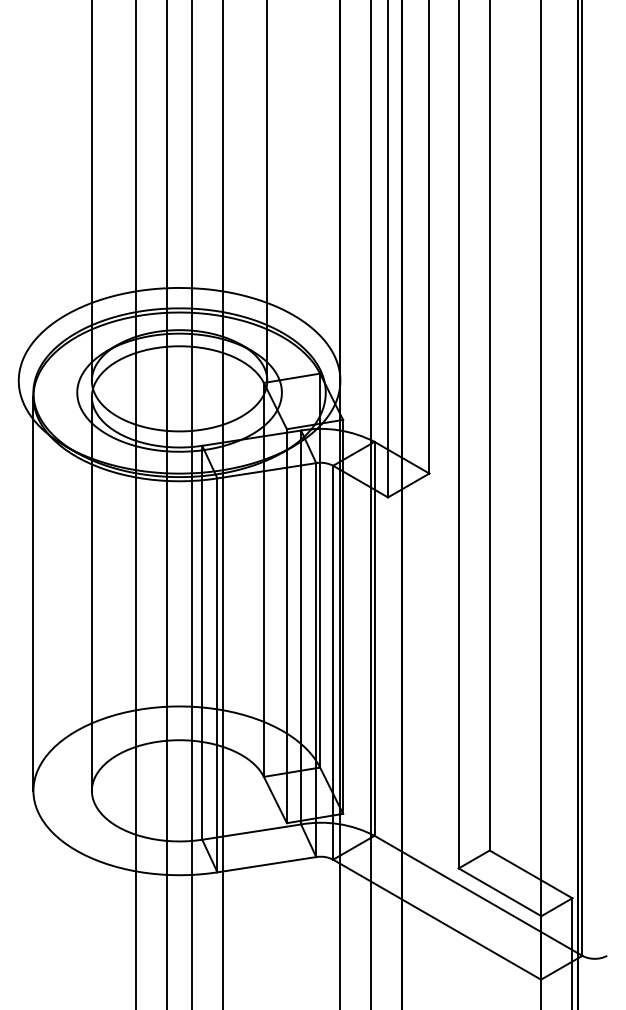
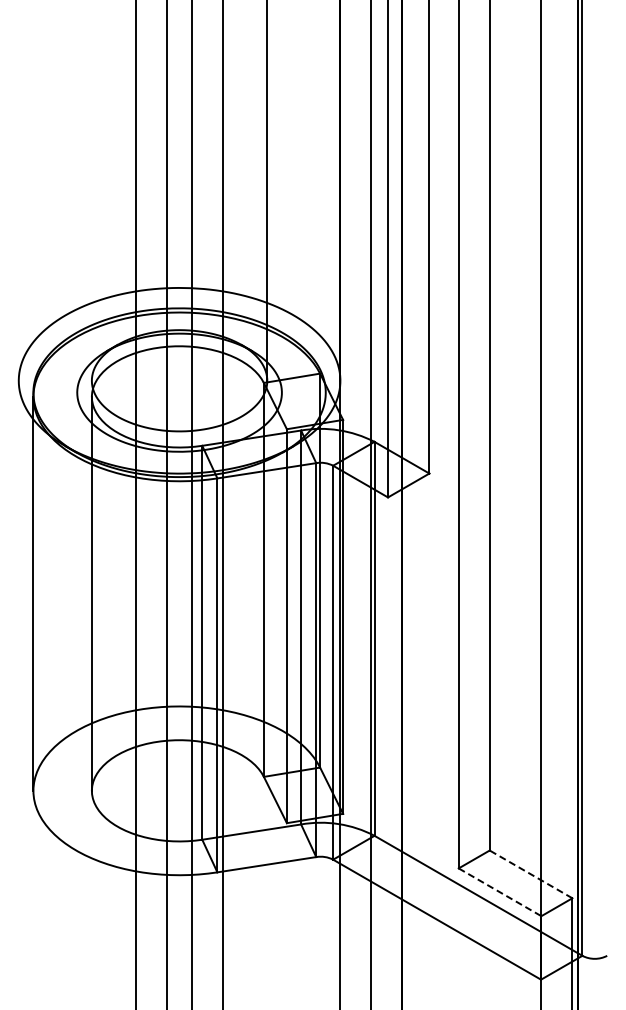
line at (91, 191): present -> none
line at (531, 874): solid -> dashed
line at (500, 892): solid -> dashed
